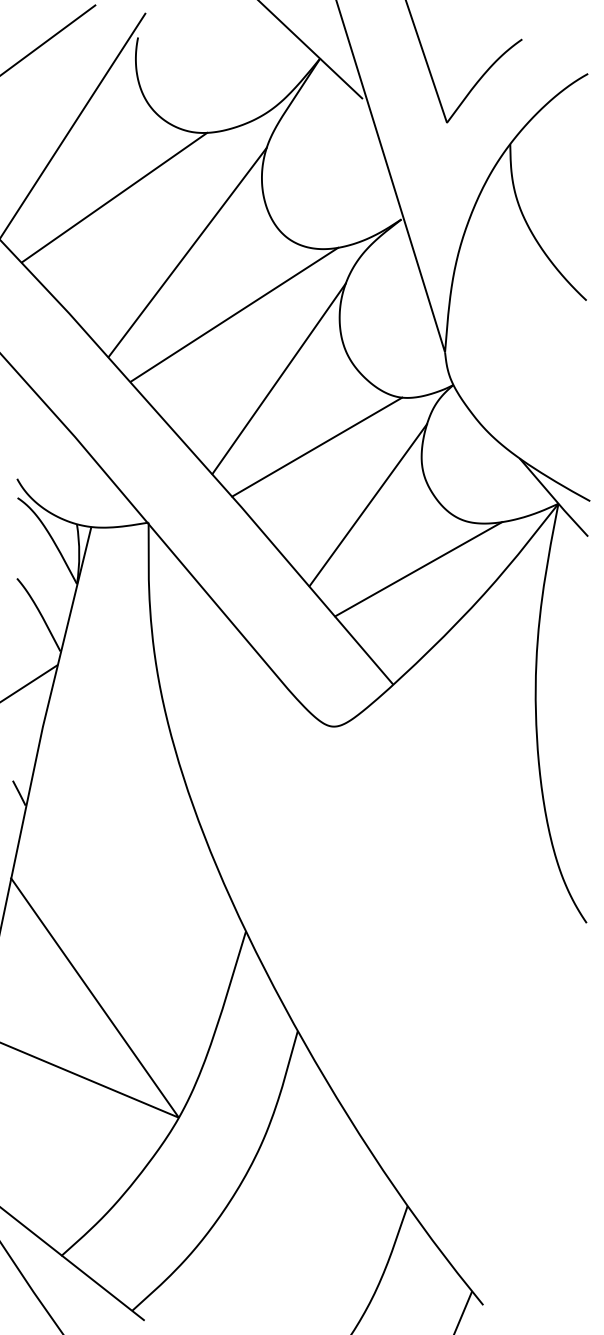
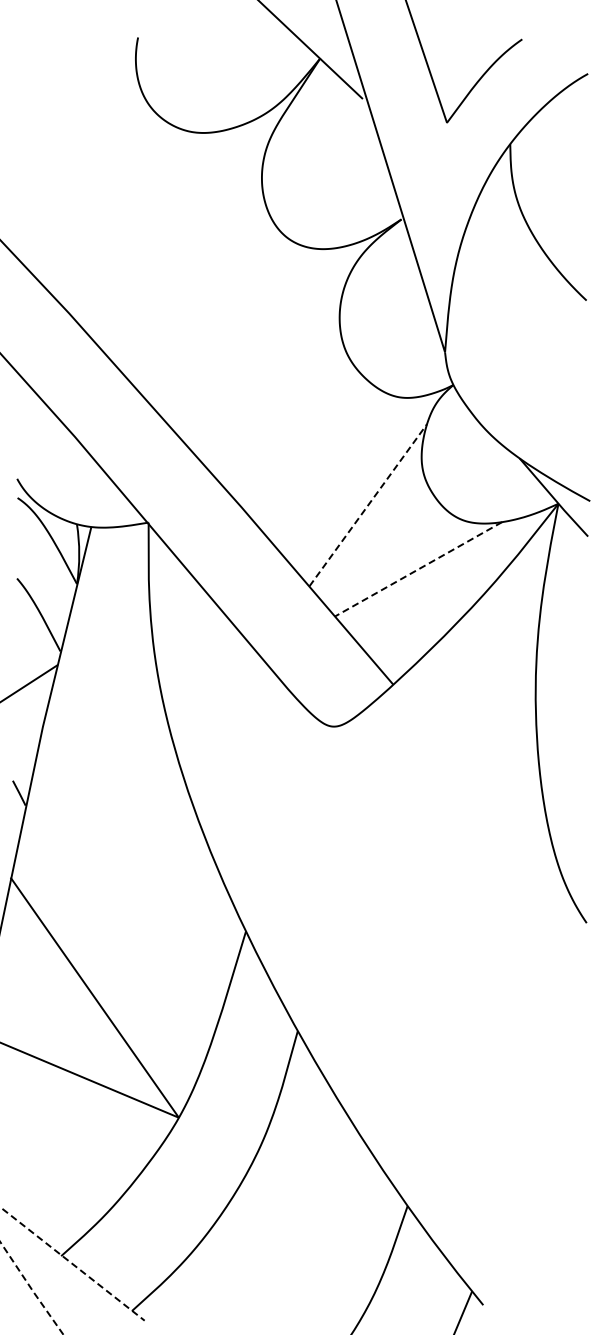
line at (48, 39): present -> none
line at (73, 124): present -> none
line at (114, 197): present -> none
line at (187, 252): present -> none
line at (234, 314): present -> none
line at (278, 378): present -> none
line at (317, 446): present -> none
line at (368, 504): solid -> dashed
line at (418, 569): solid -> dashed
line at (27, 1228): solid -> dashed
